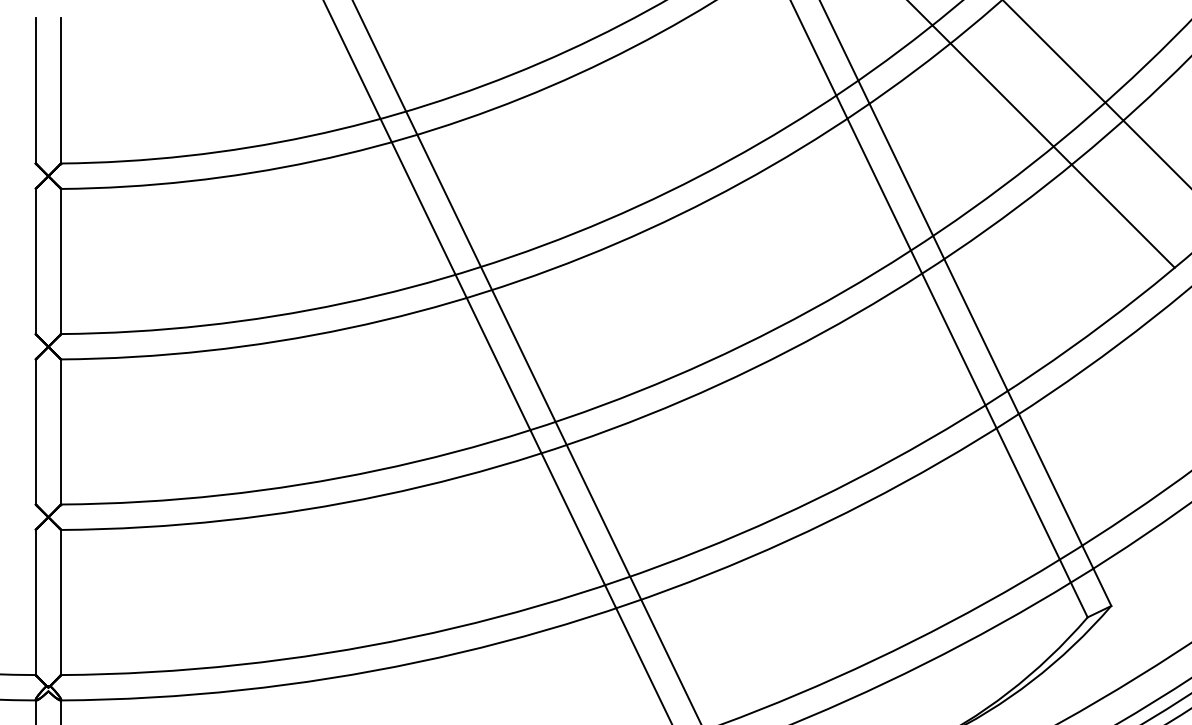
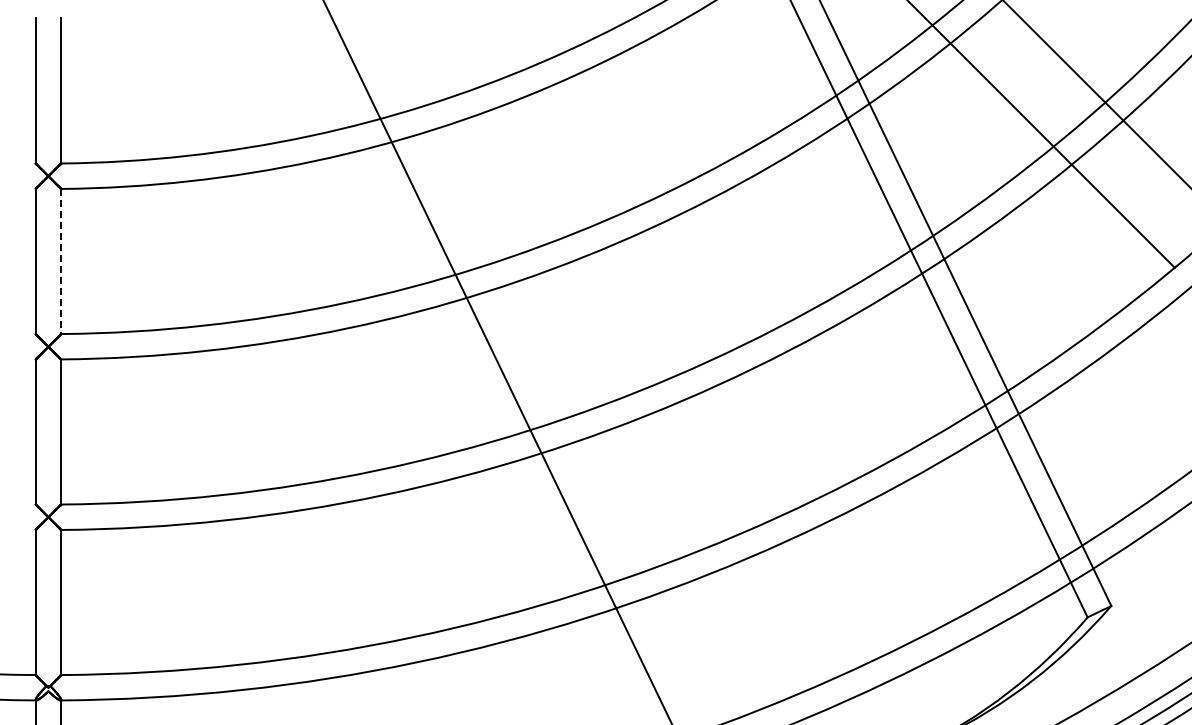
line at (61, 261): solid -> dashed
line at (526, 361): present -> none
